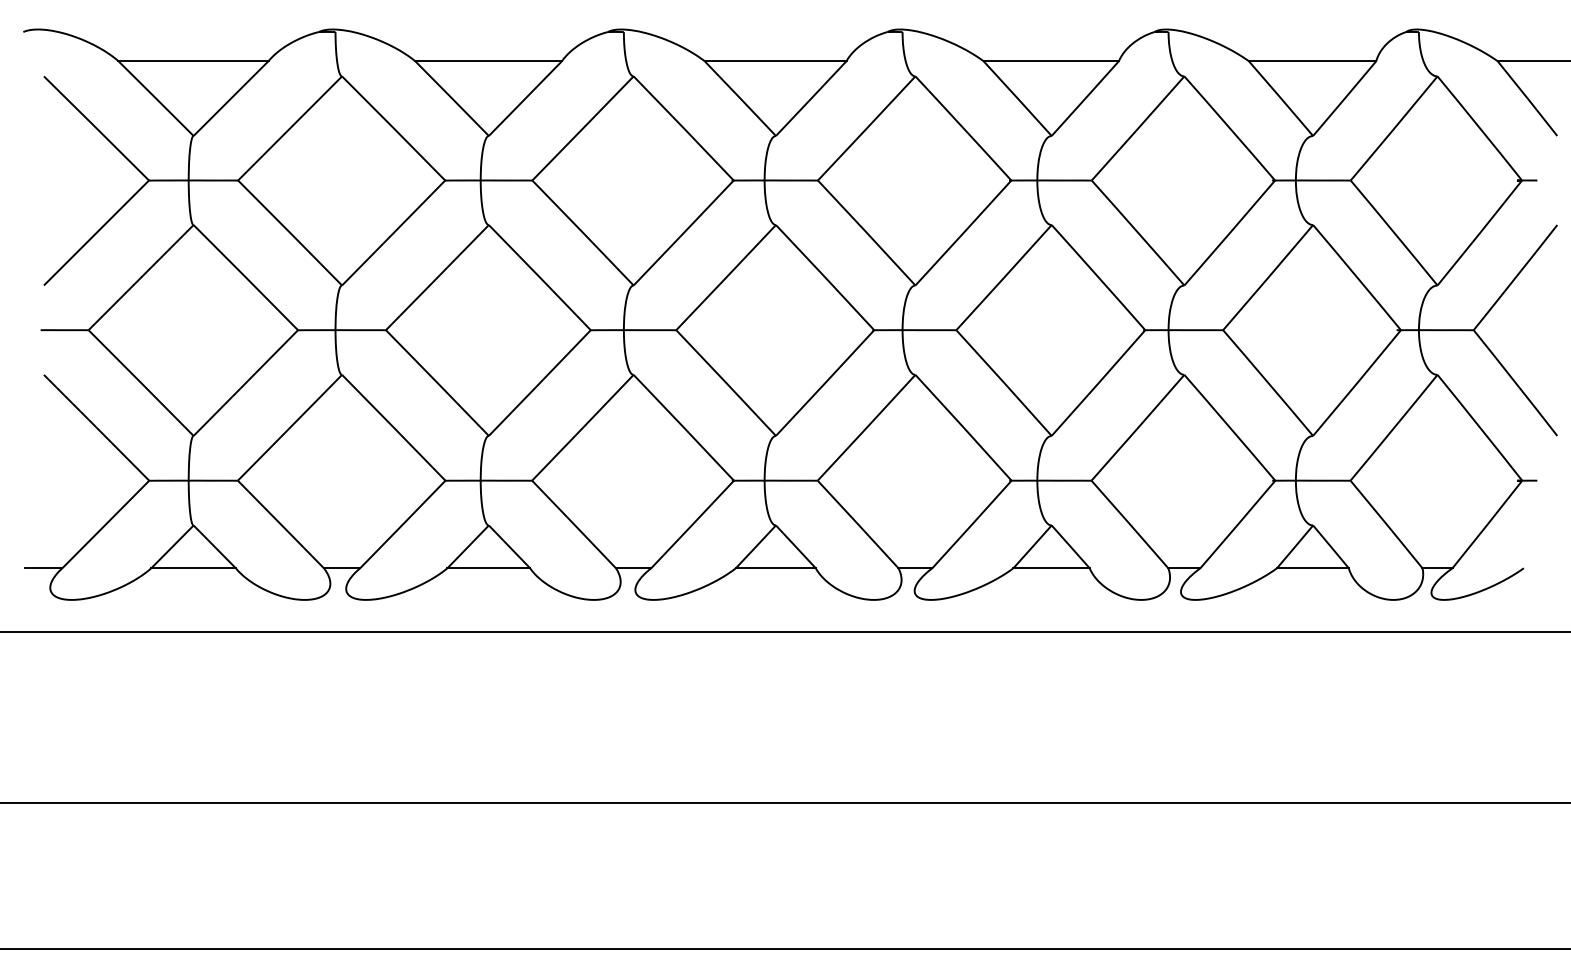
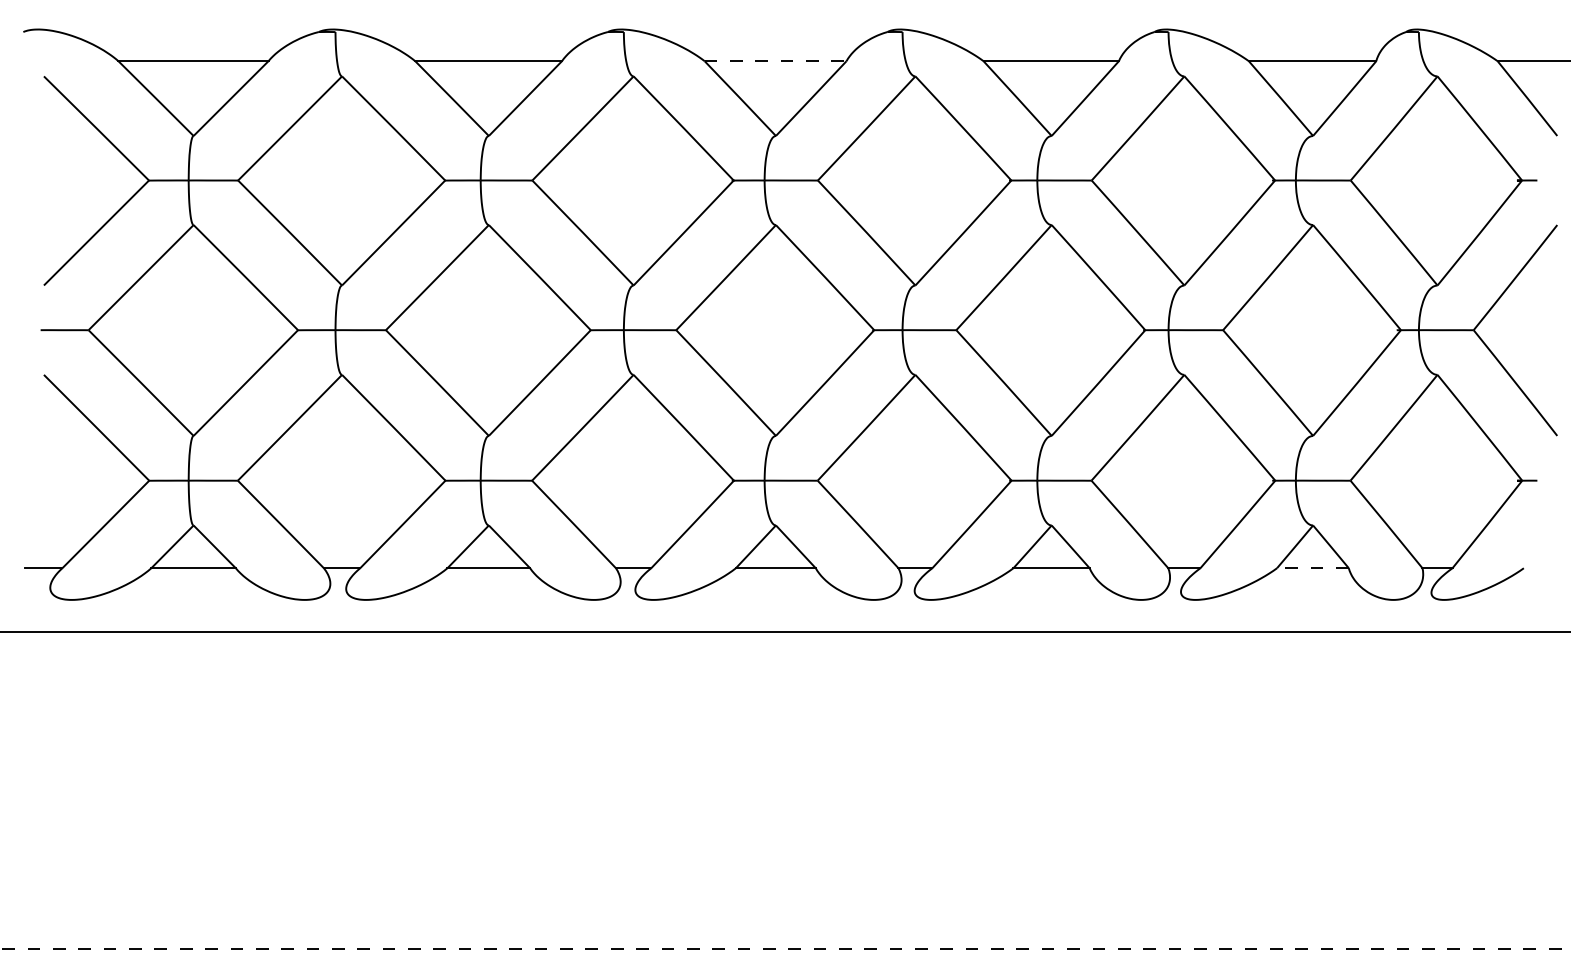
line at (775, 61): solid -> dashed
line at (1312, 568): solid -> dashed
line at (784, 802): present -> none
line at (785, 948): solid -> dashed
